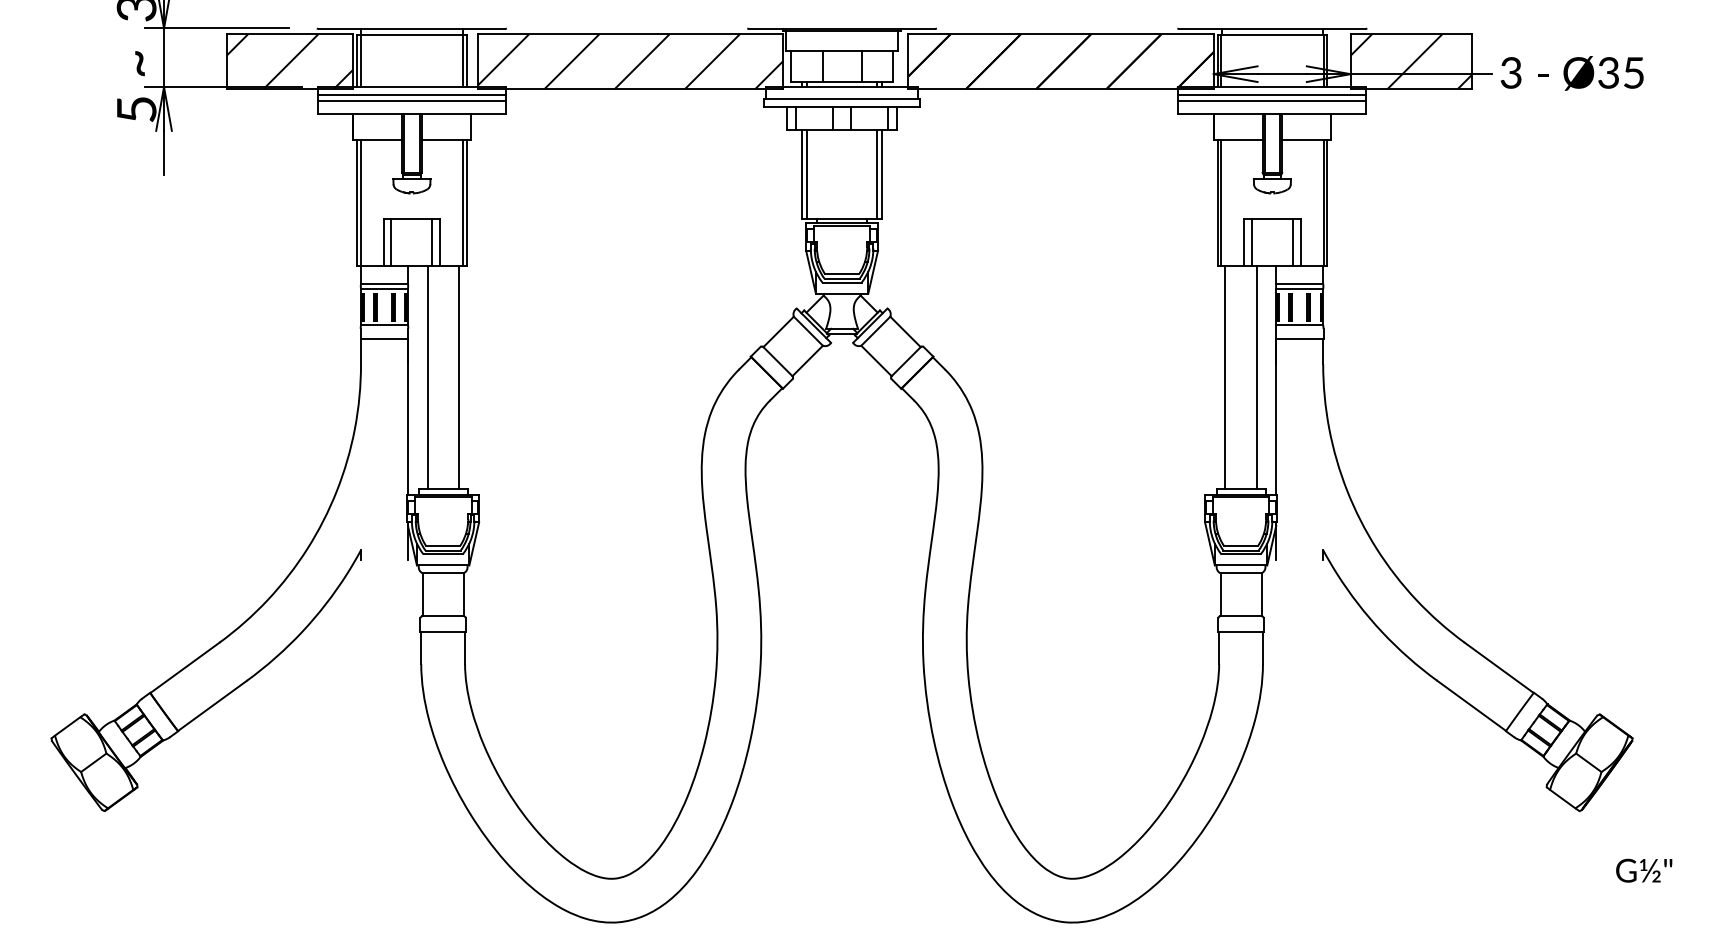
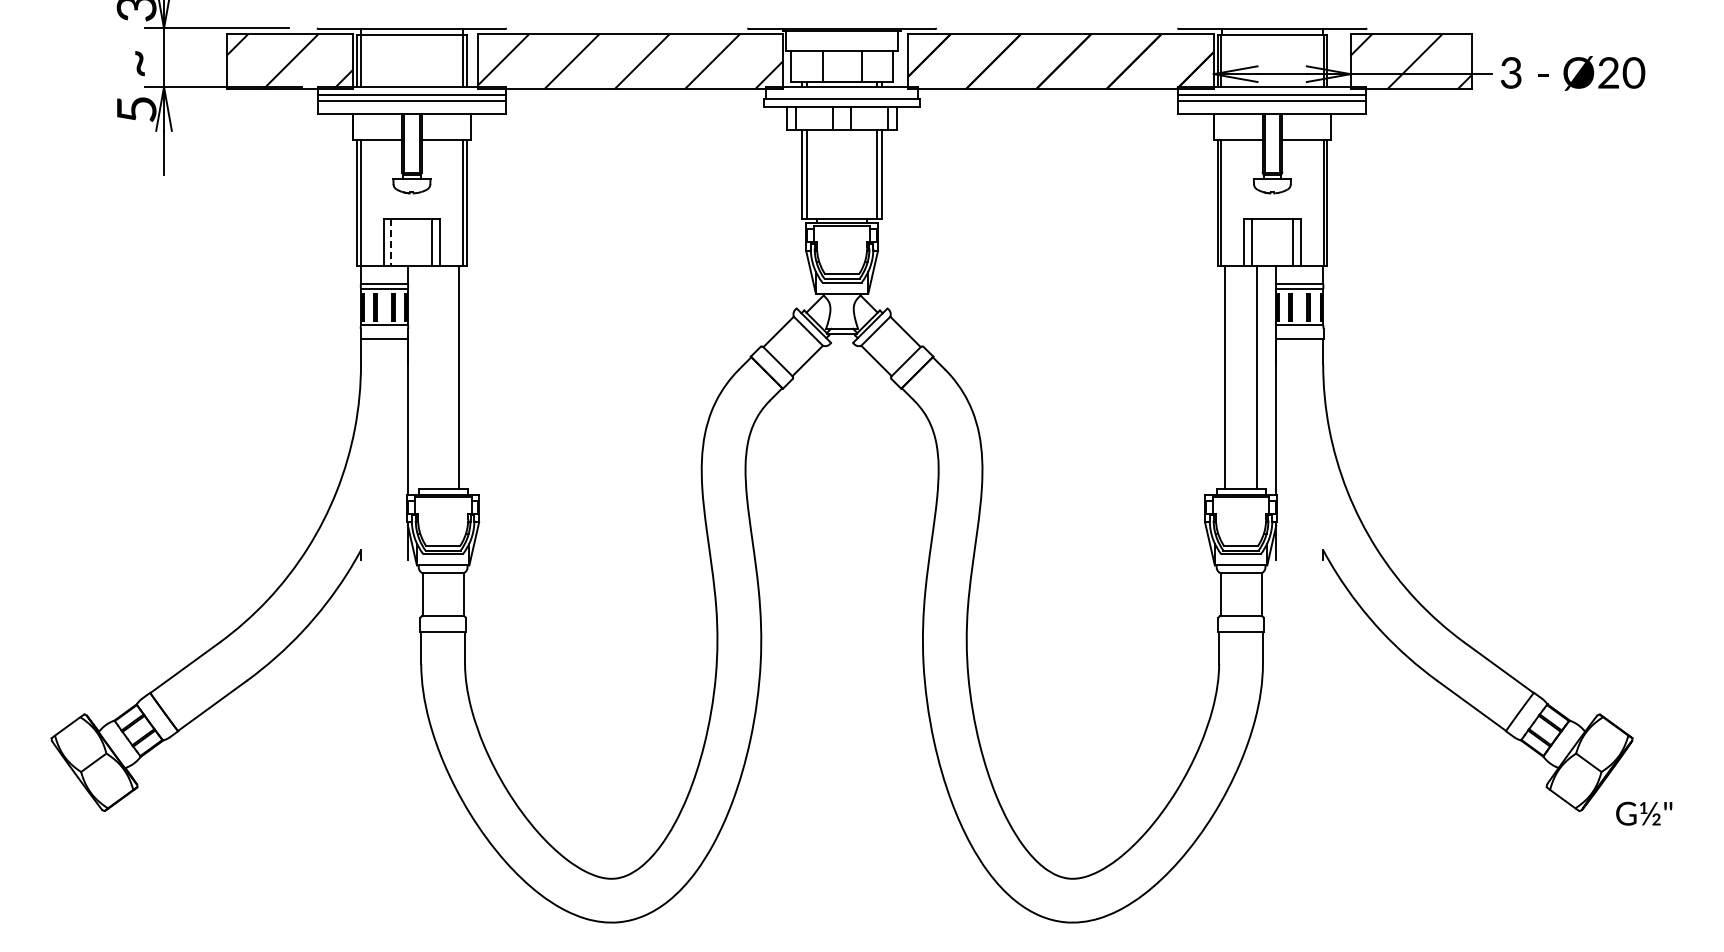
text at (1621, 72): Ø35 -> Ø20
line at (391, 243): solid -> dashed
line at (427, 377): present -> none
text at (1644, 870) position: (1644, 870) -> (1644, 813)
